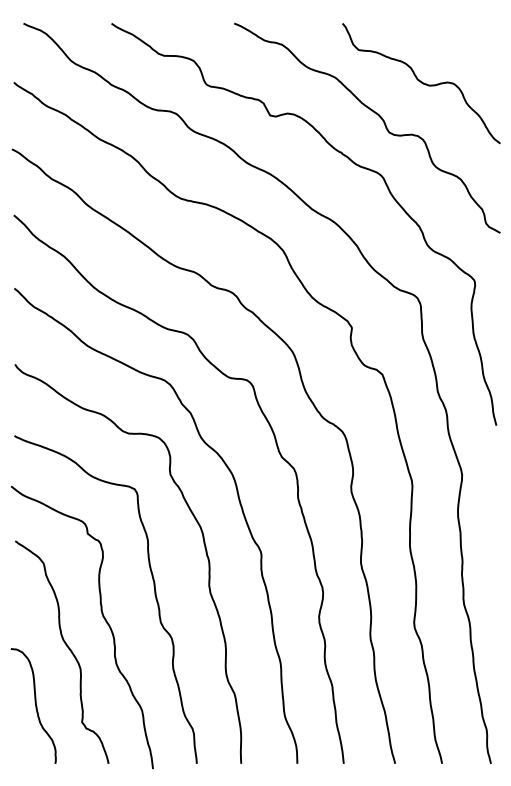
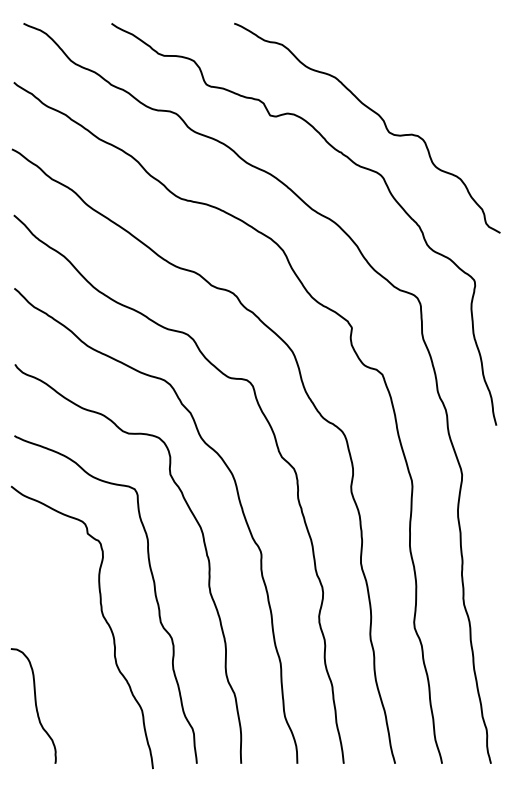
curve at (421, 83): present -> none
curve at (68, 649): present -> none
